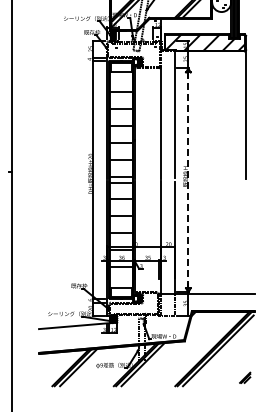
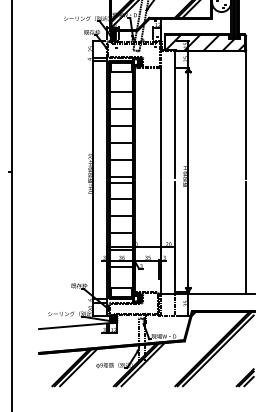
line at (188, 179): dashed -> solid
line at (246, 237): none -> present
part at (245, 377) size: 13x13 px -> 20x20 px
